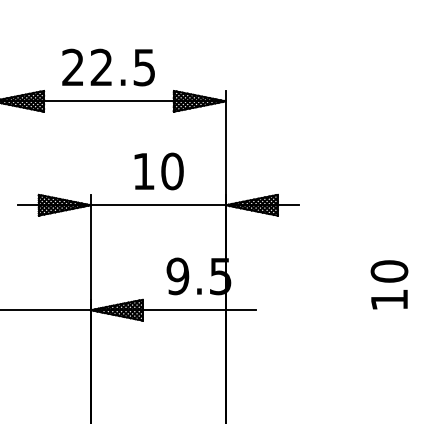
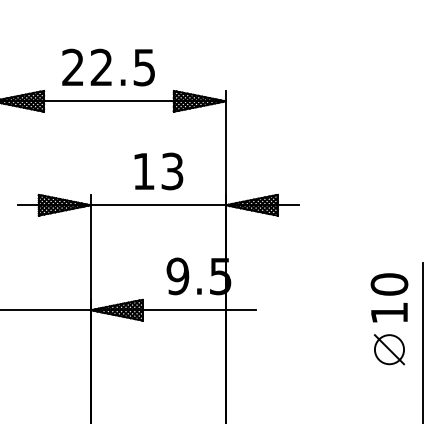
text at (172, 171): 10 -> 13
text at (389, 284) position: (389, 284) -> (389, 297)
line at (423, 341): none -> present
part at (389, 349): none -> present
